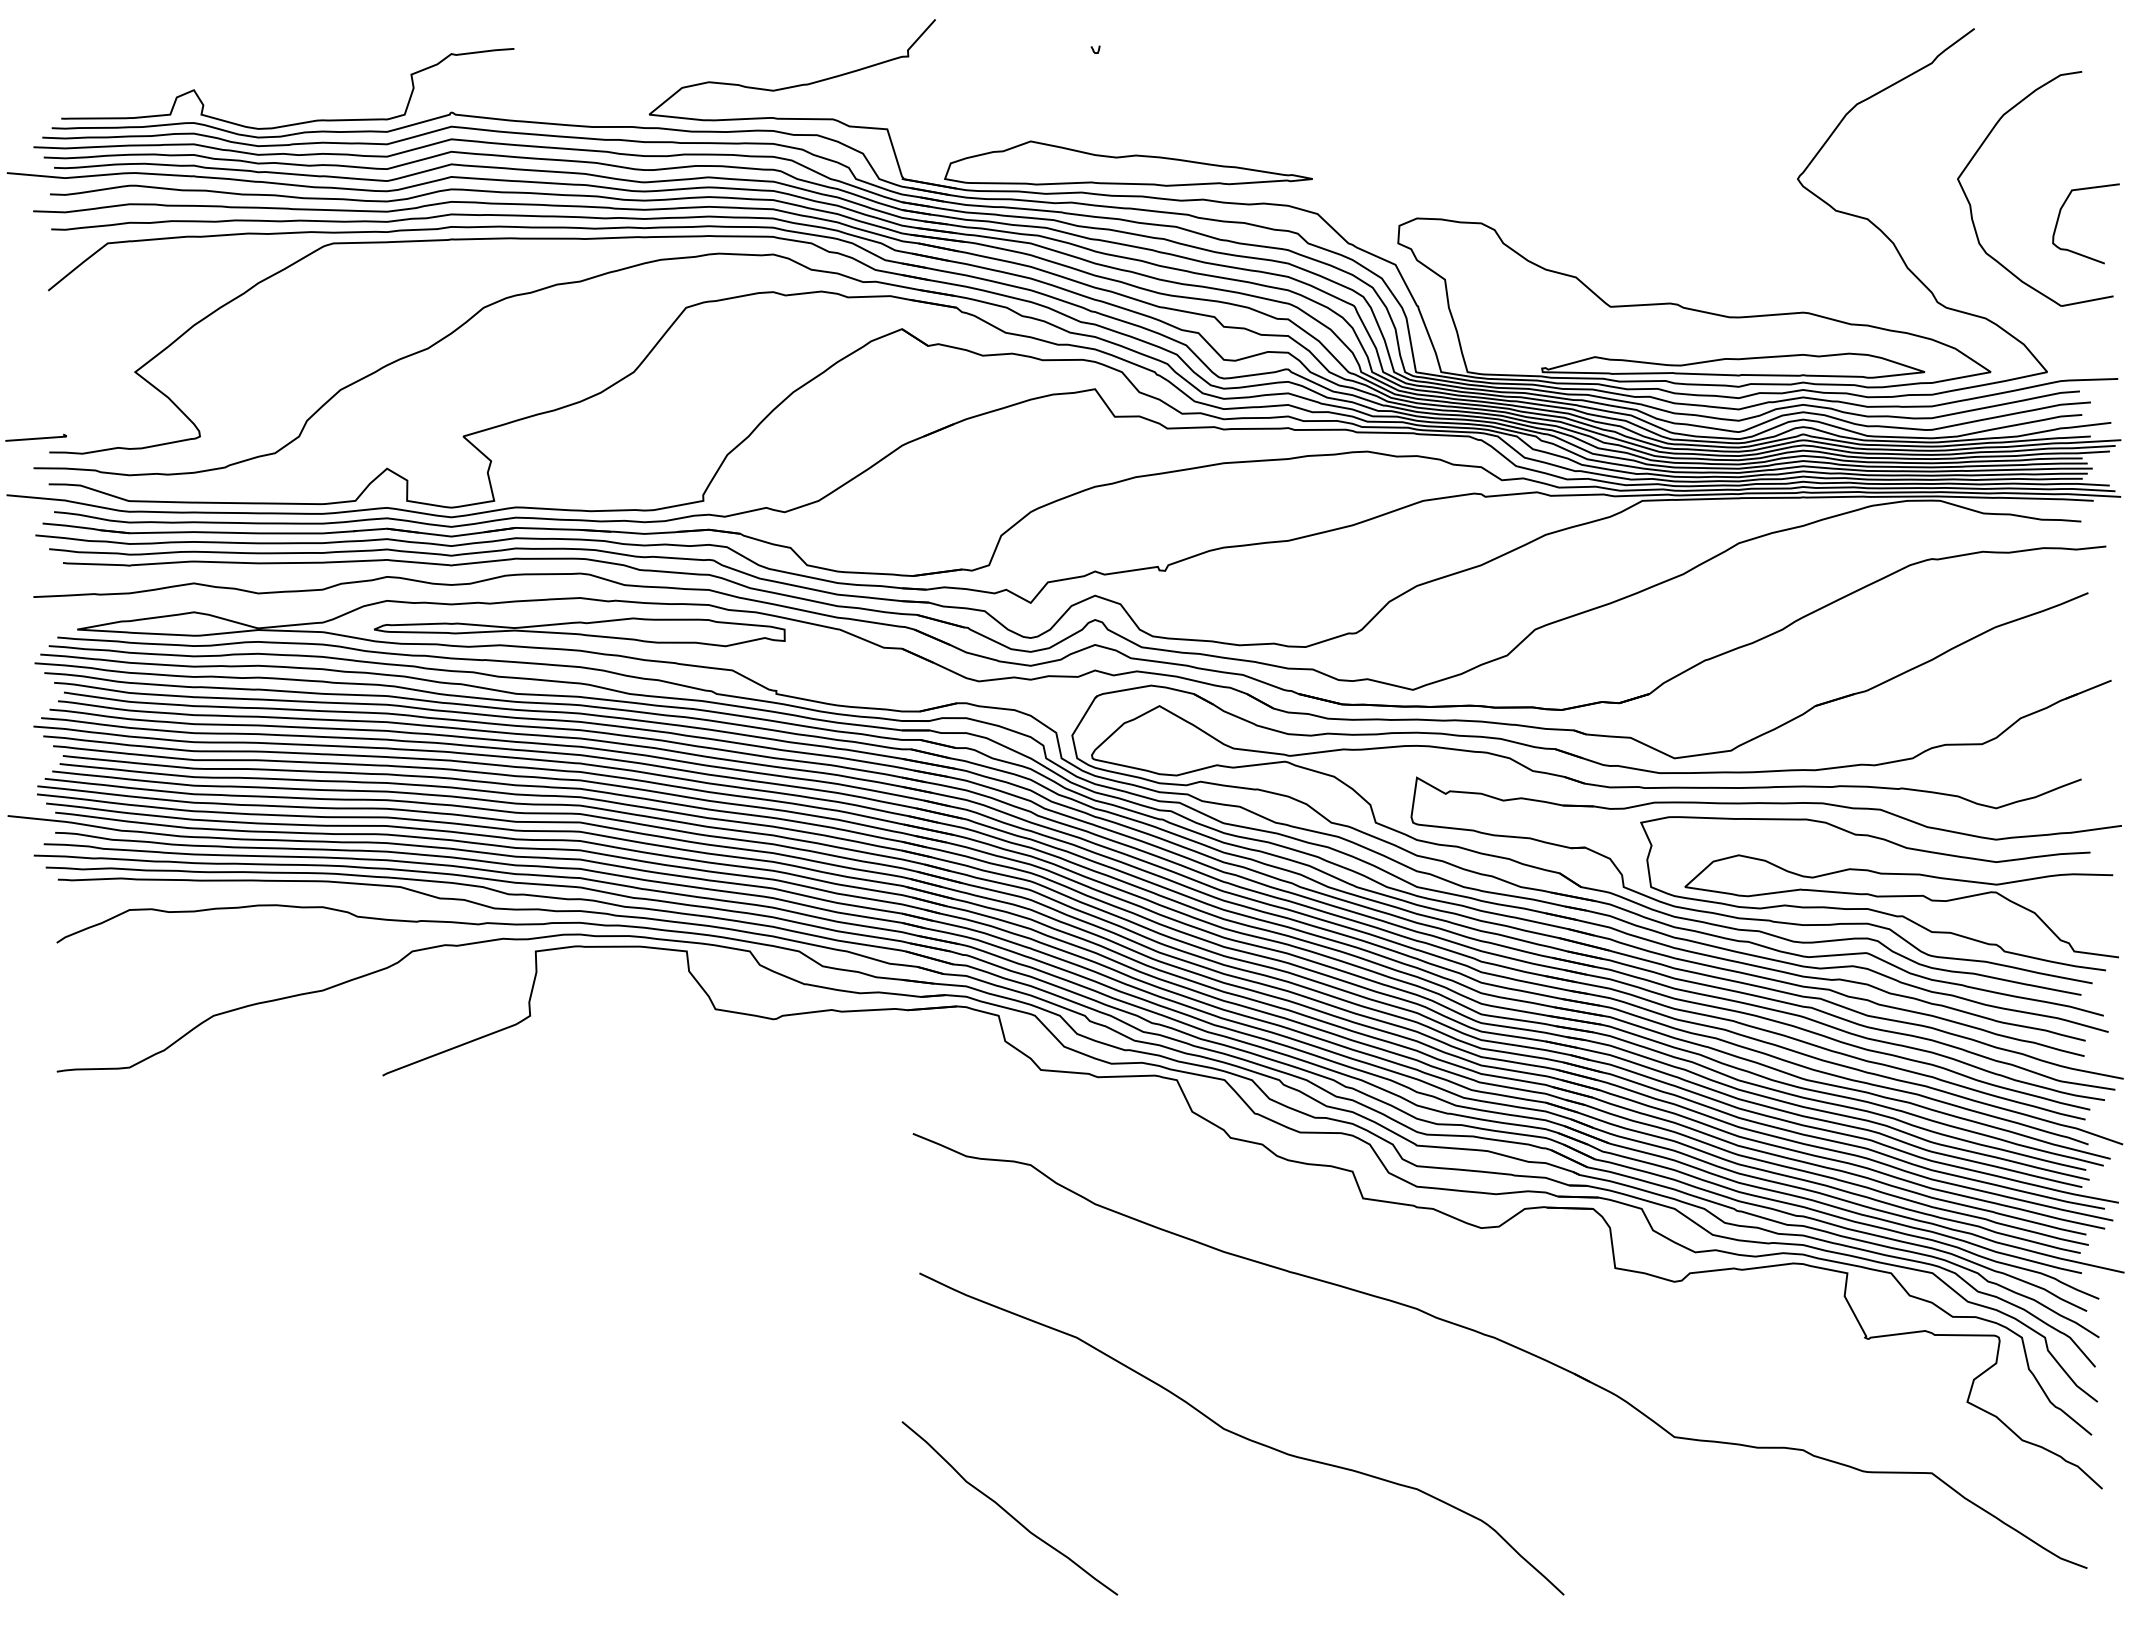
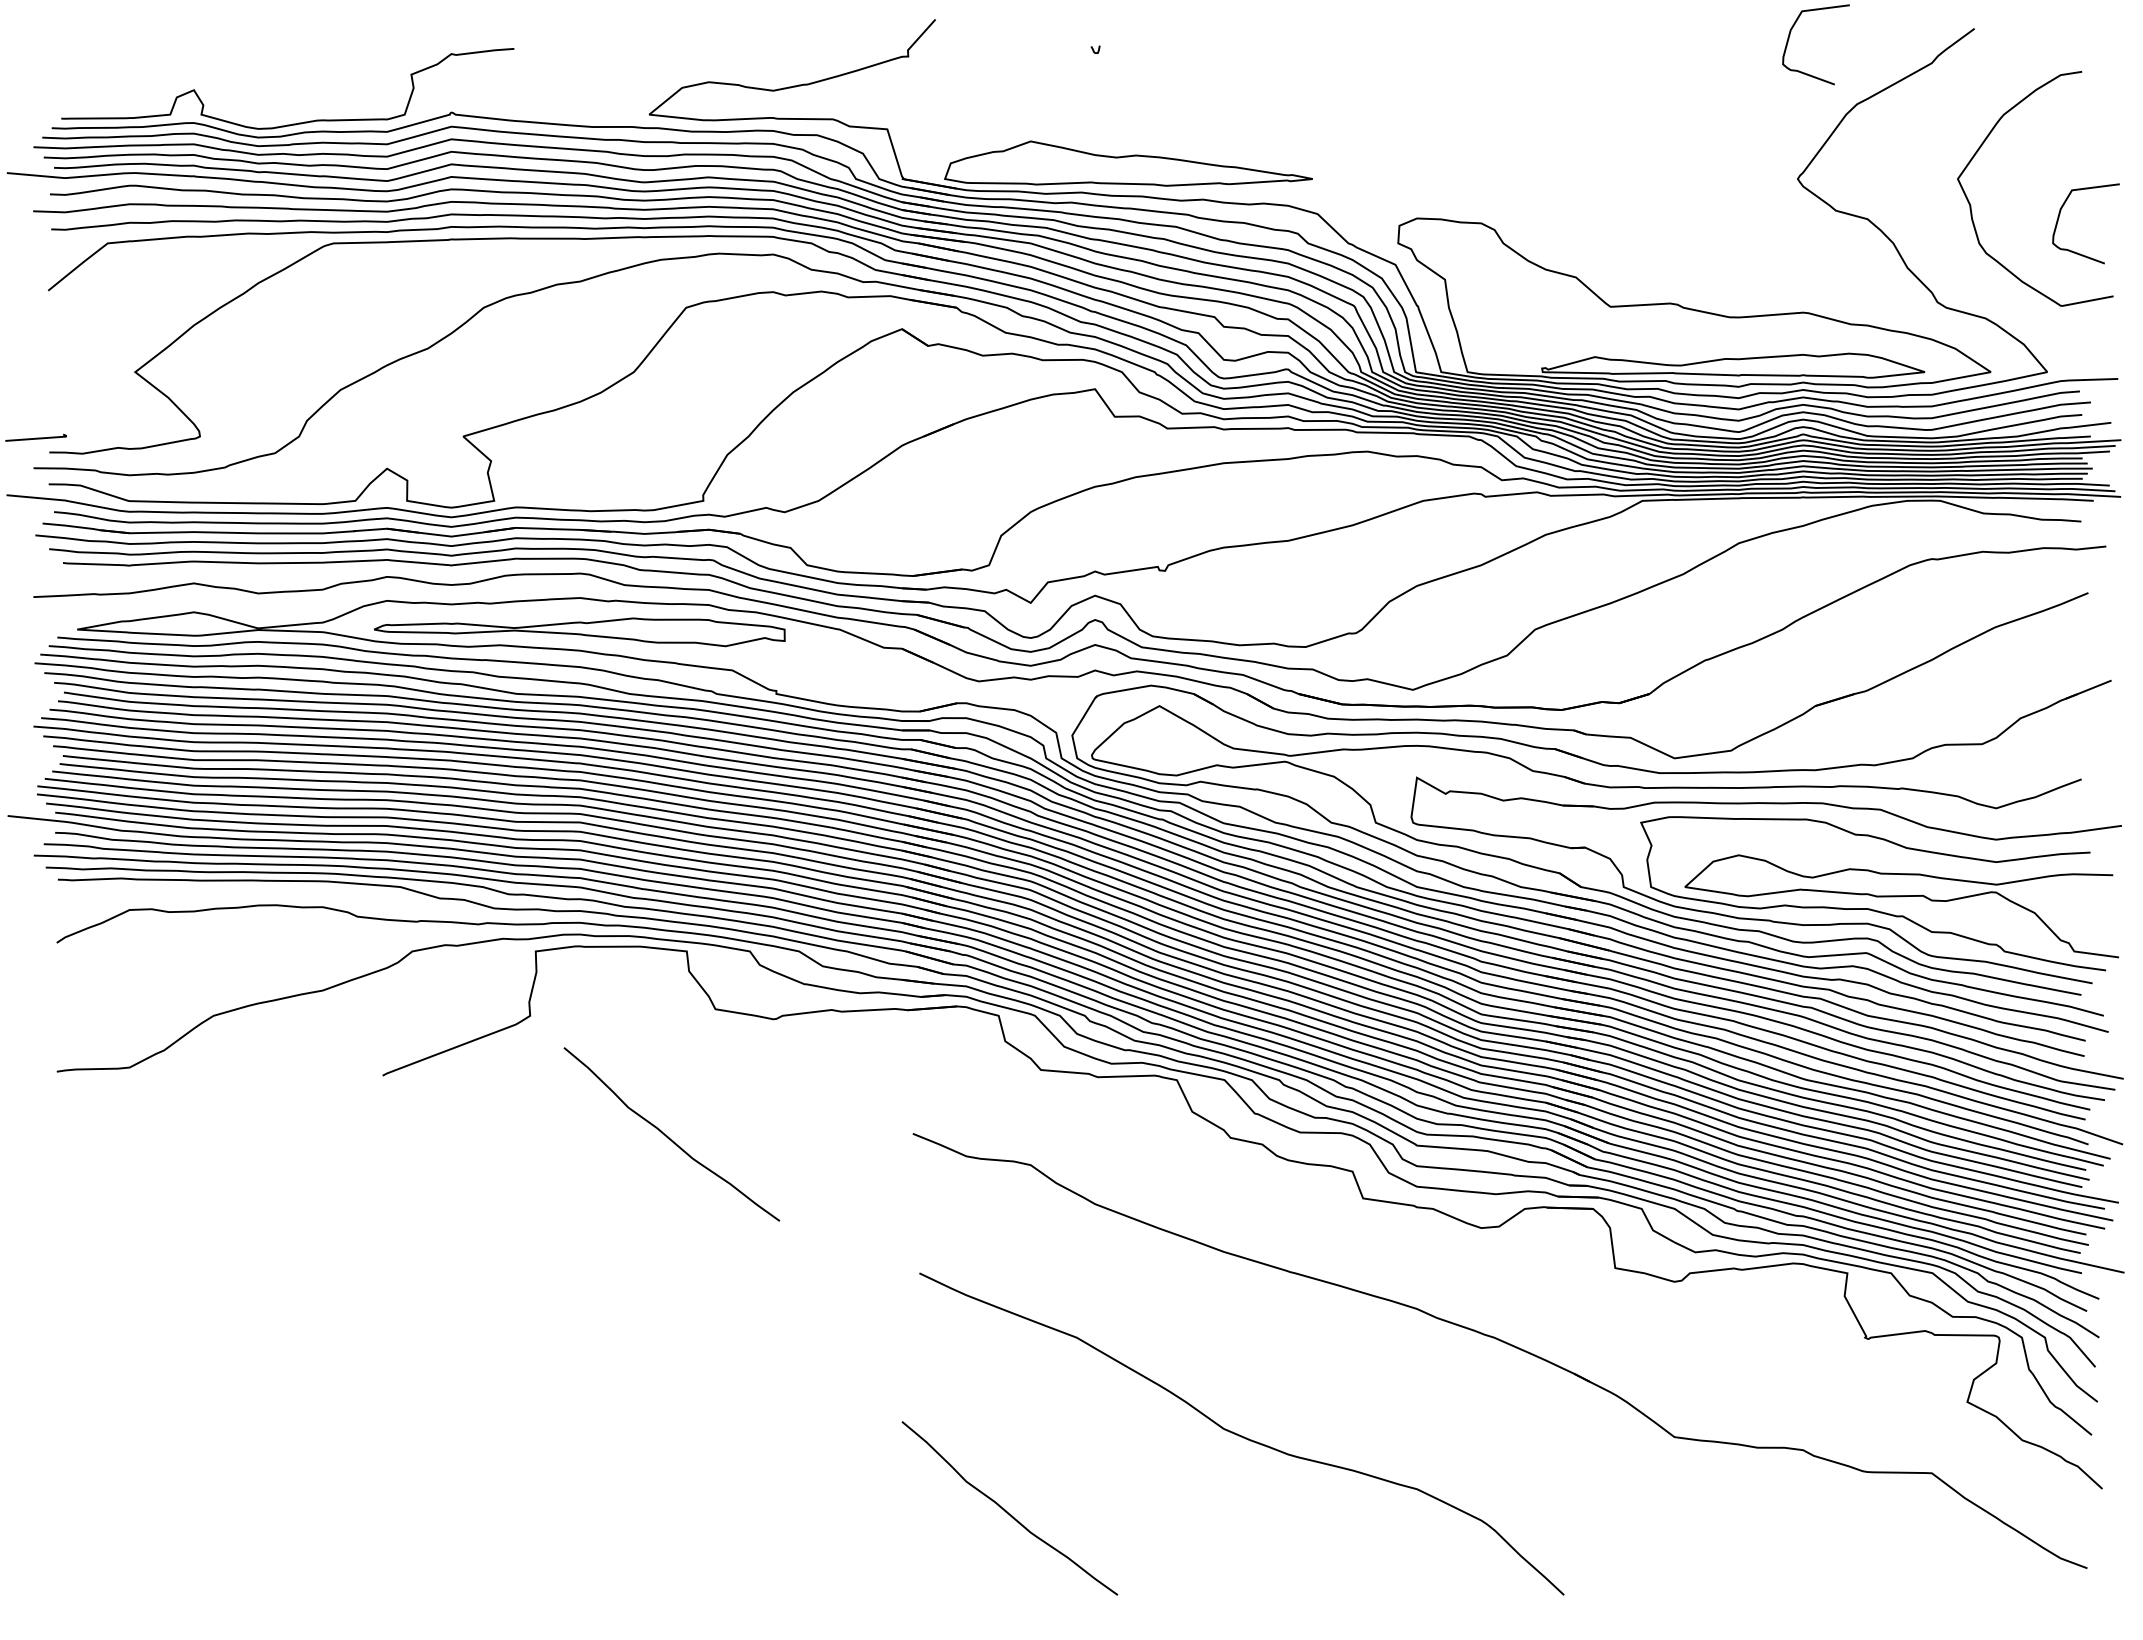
curve at (1789, 39): none -> present
curve at (668, 1136): none -> present
